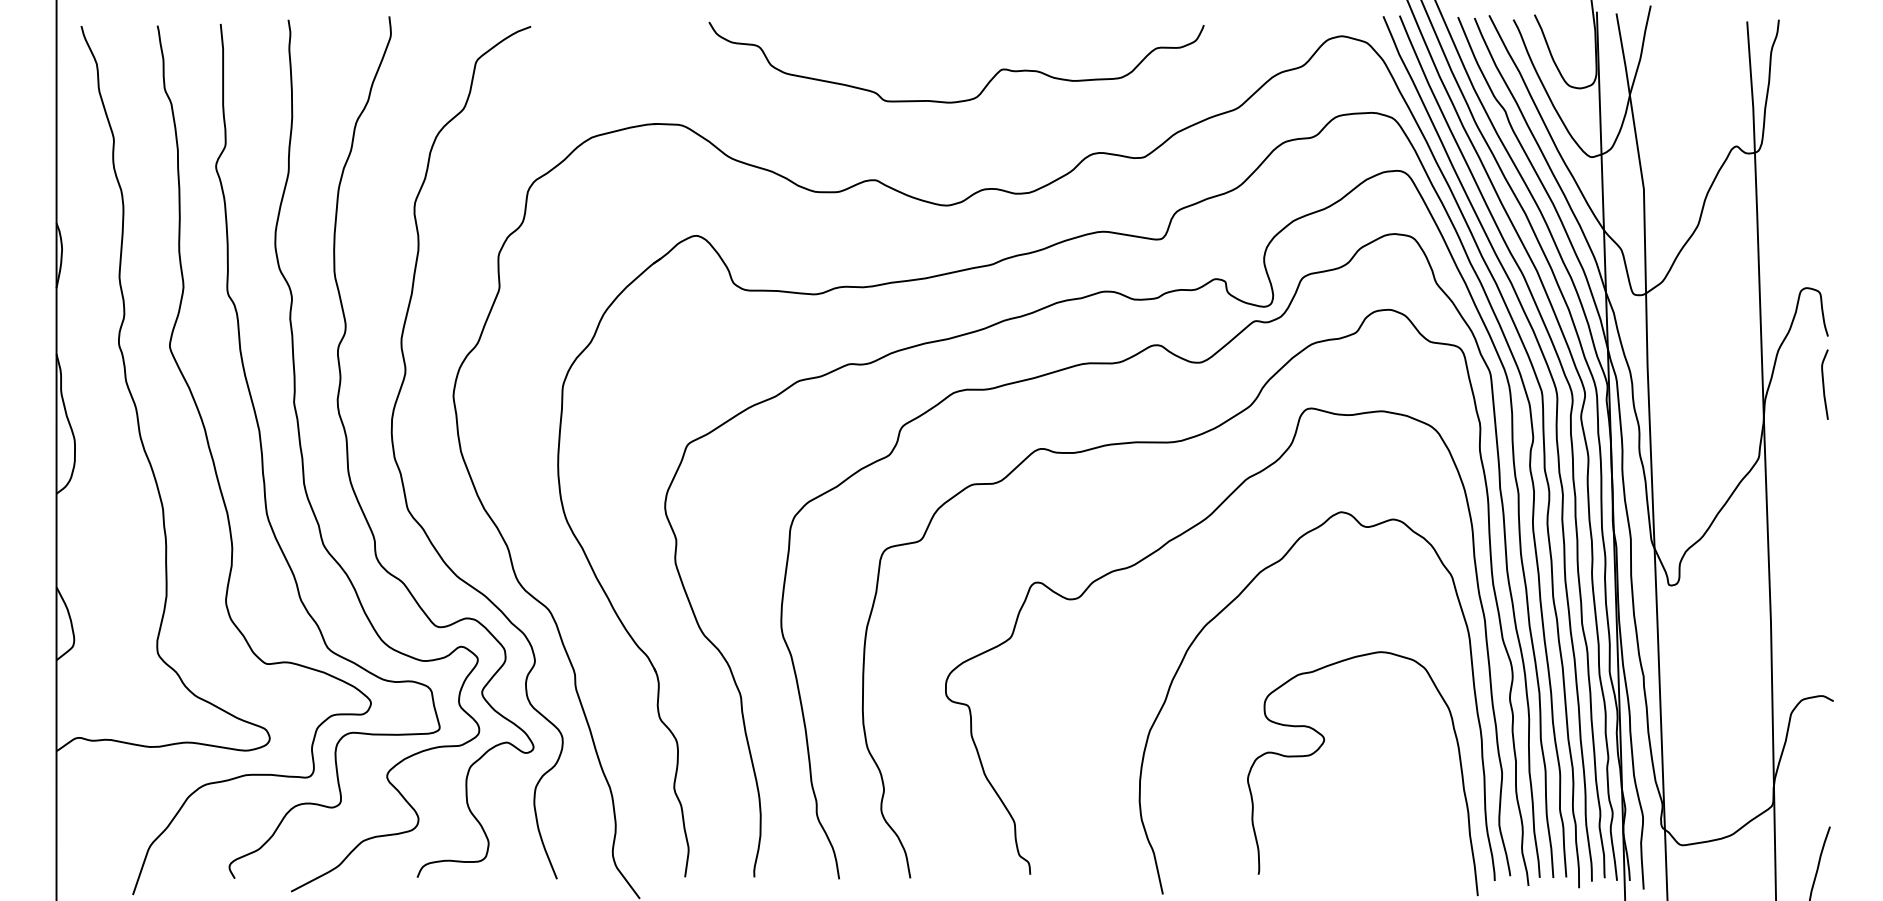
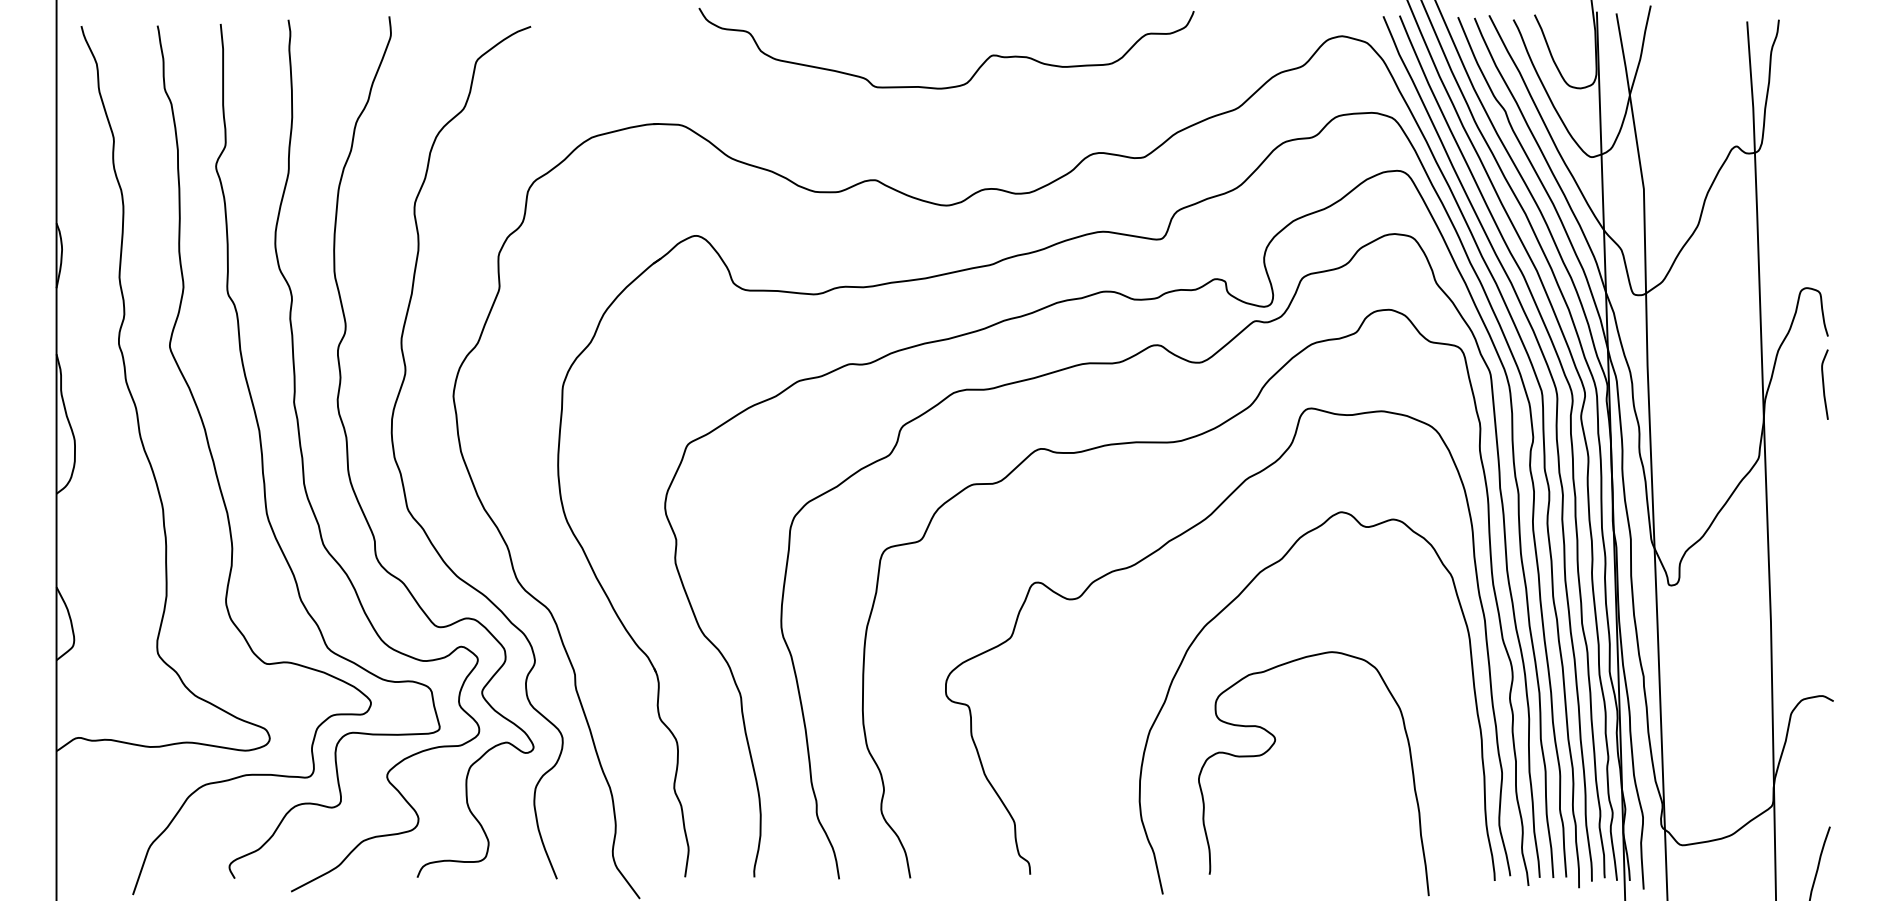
curve at (984, 86) position: (984, 86) -> (974, 72)
curve at (1323, 744) position: (1323, 744) -> (1274, 744)
